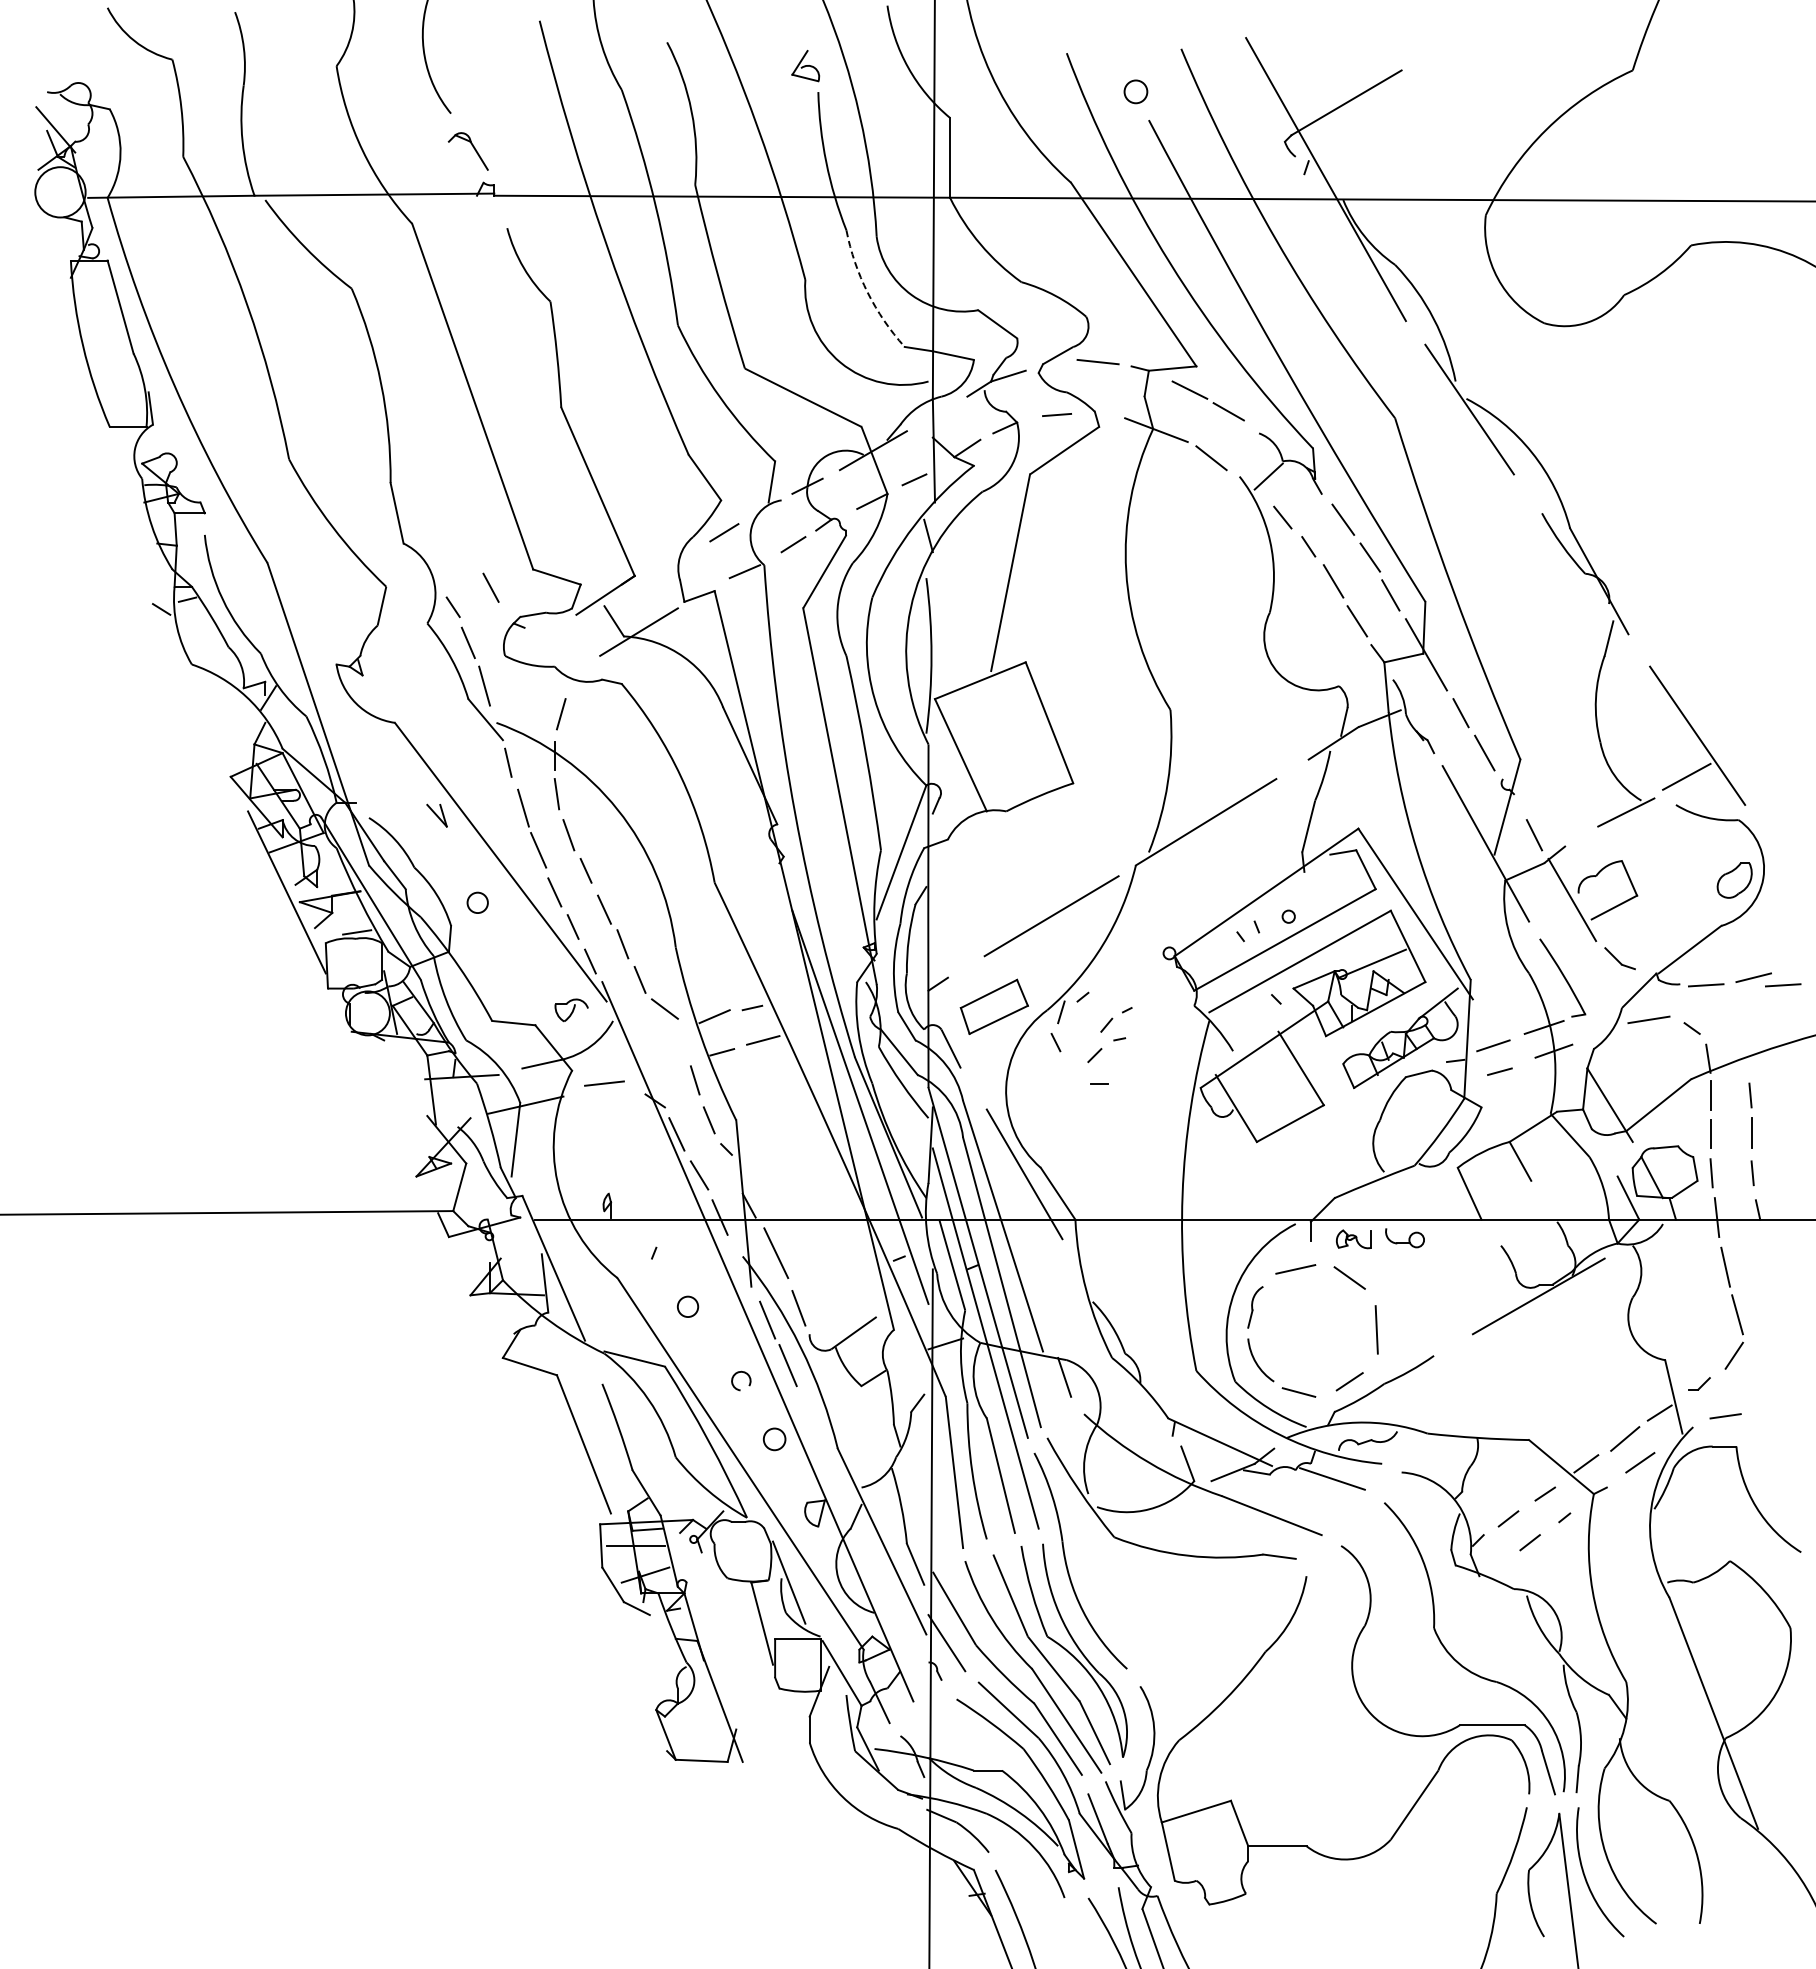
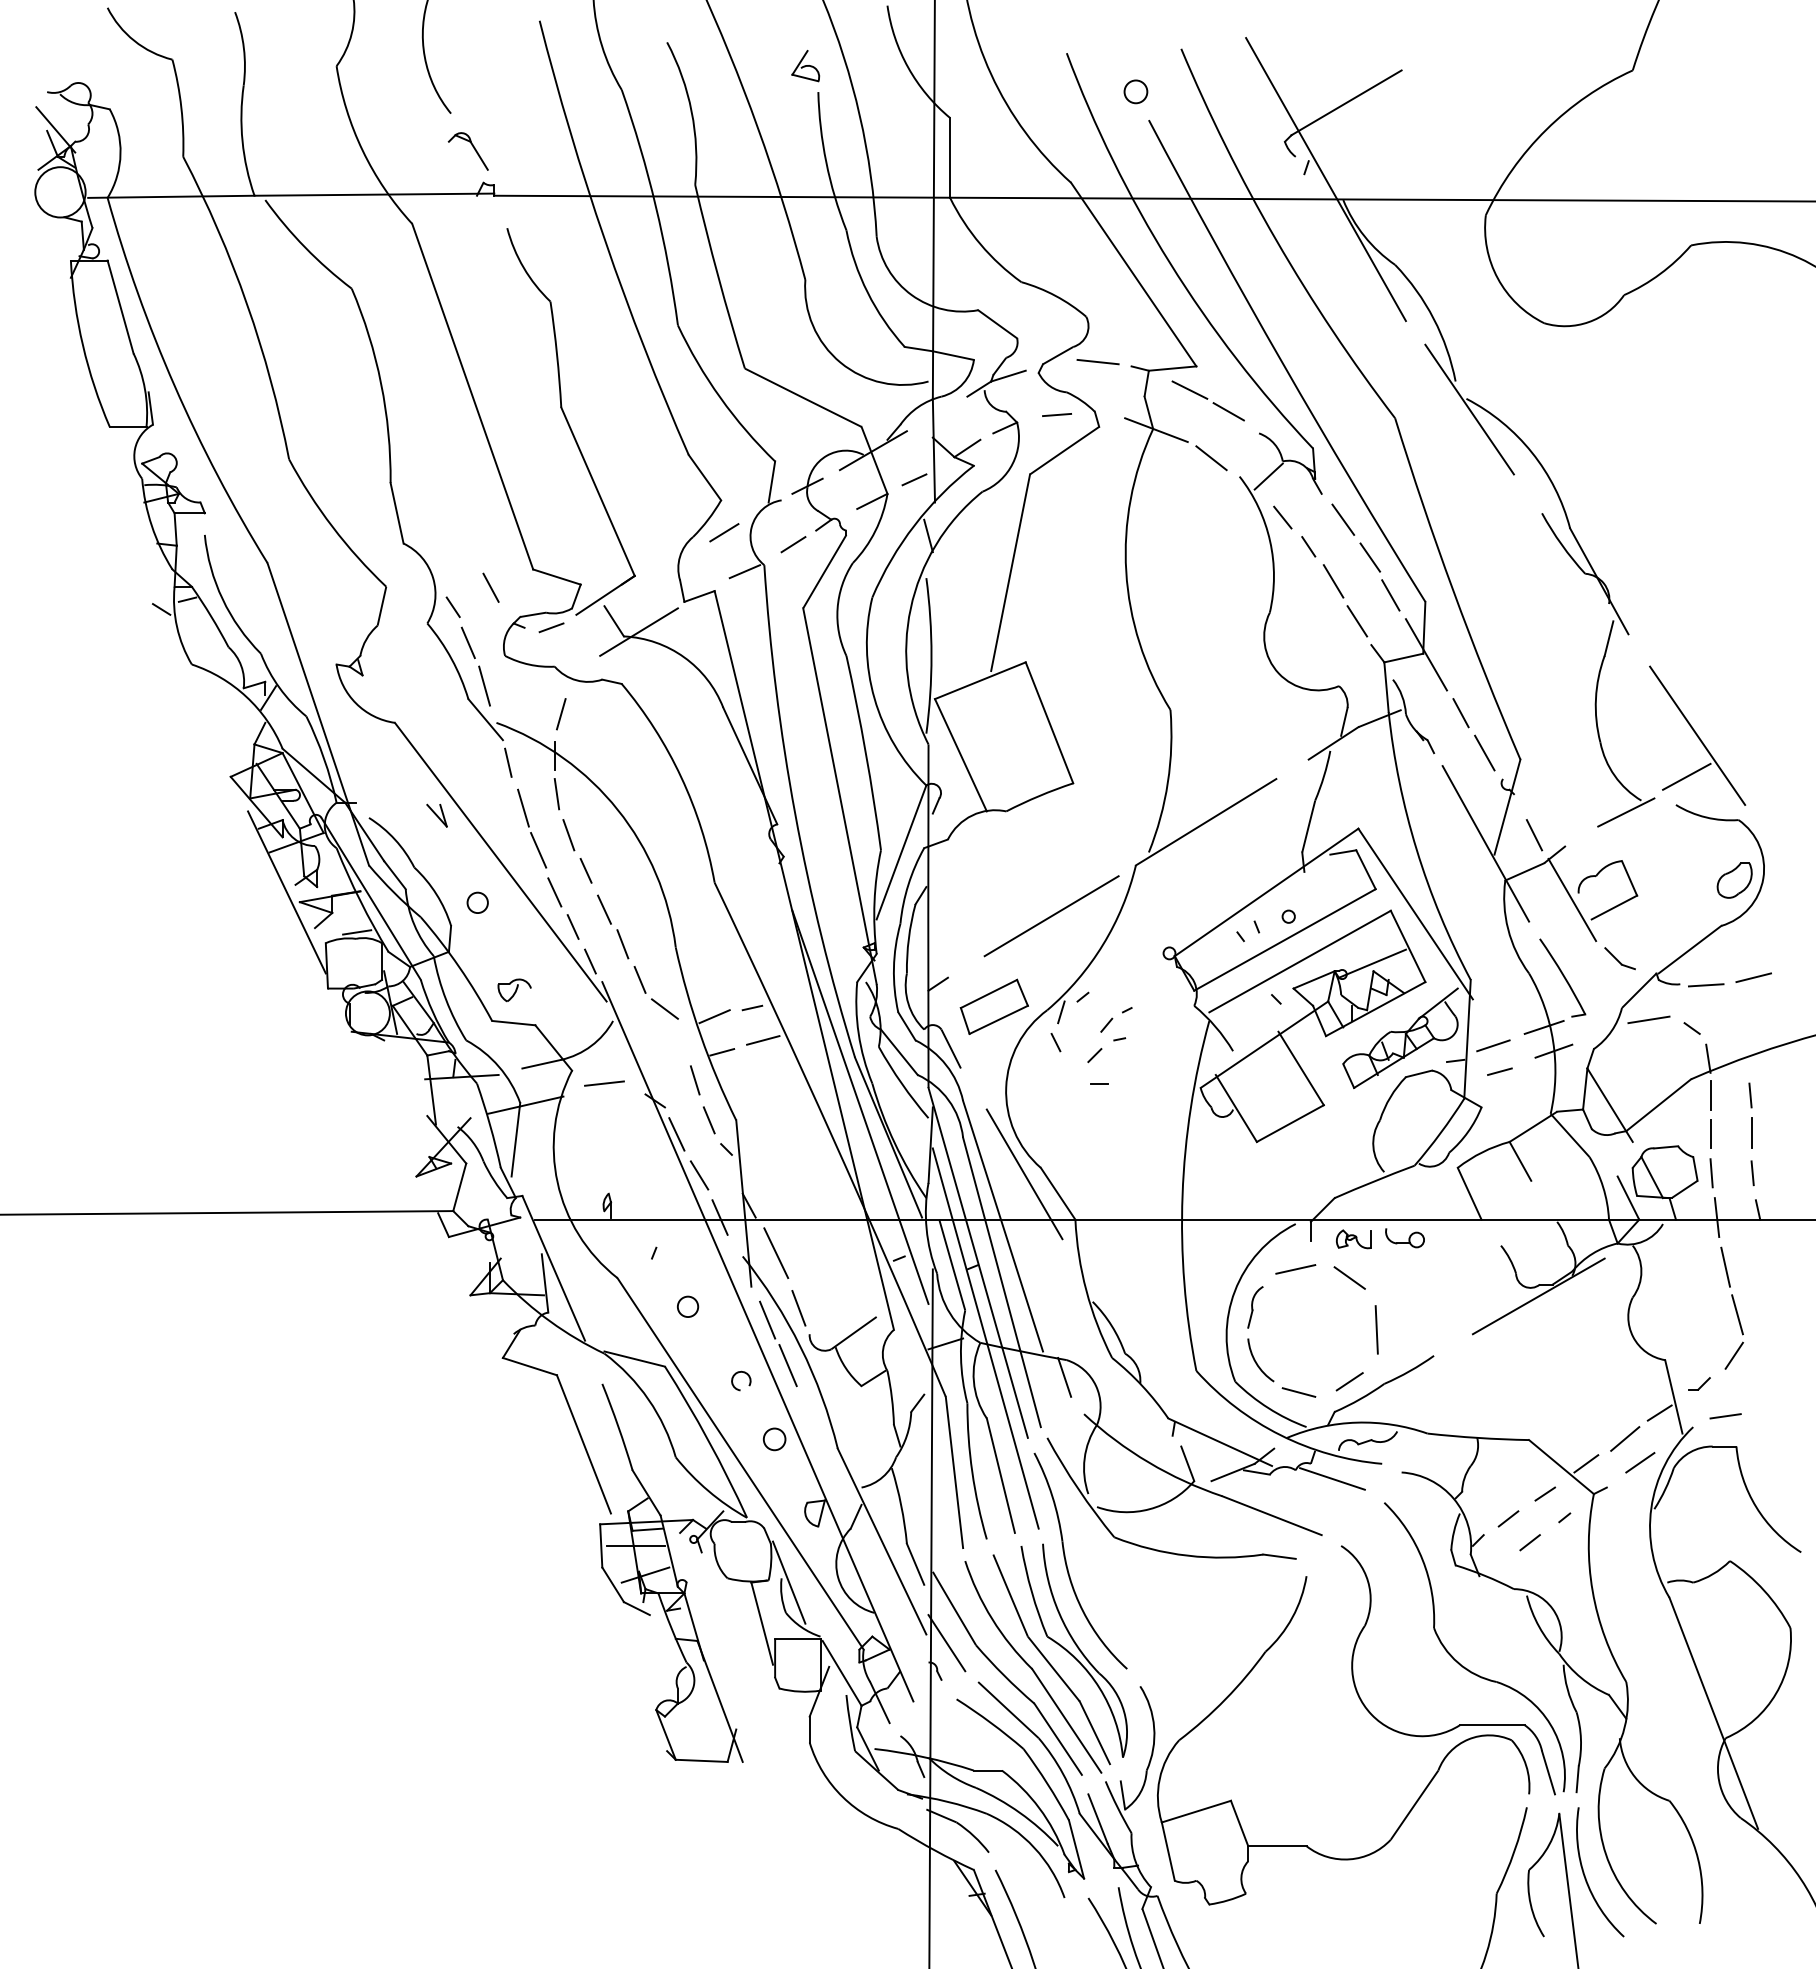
arc at (867, 292): dashed -> solid
line at (551, 627): none -> present
line at (1783, 985): present -> none
part at (571, 1010) position: (571, 1010) -> (514, 990)
